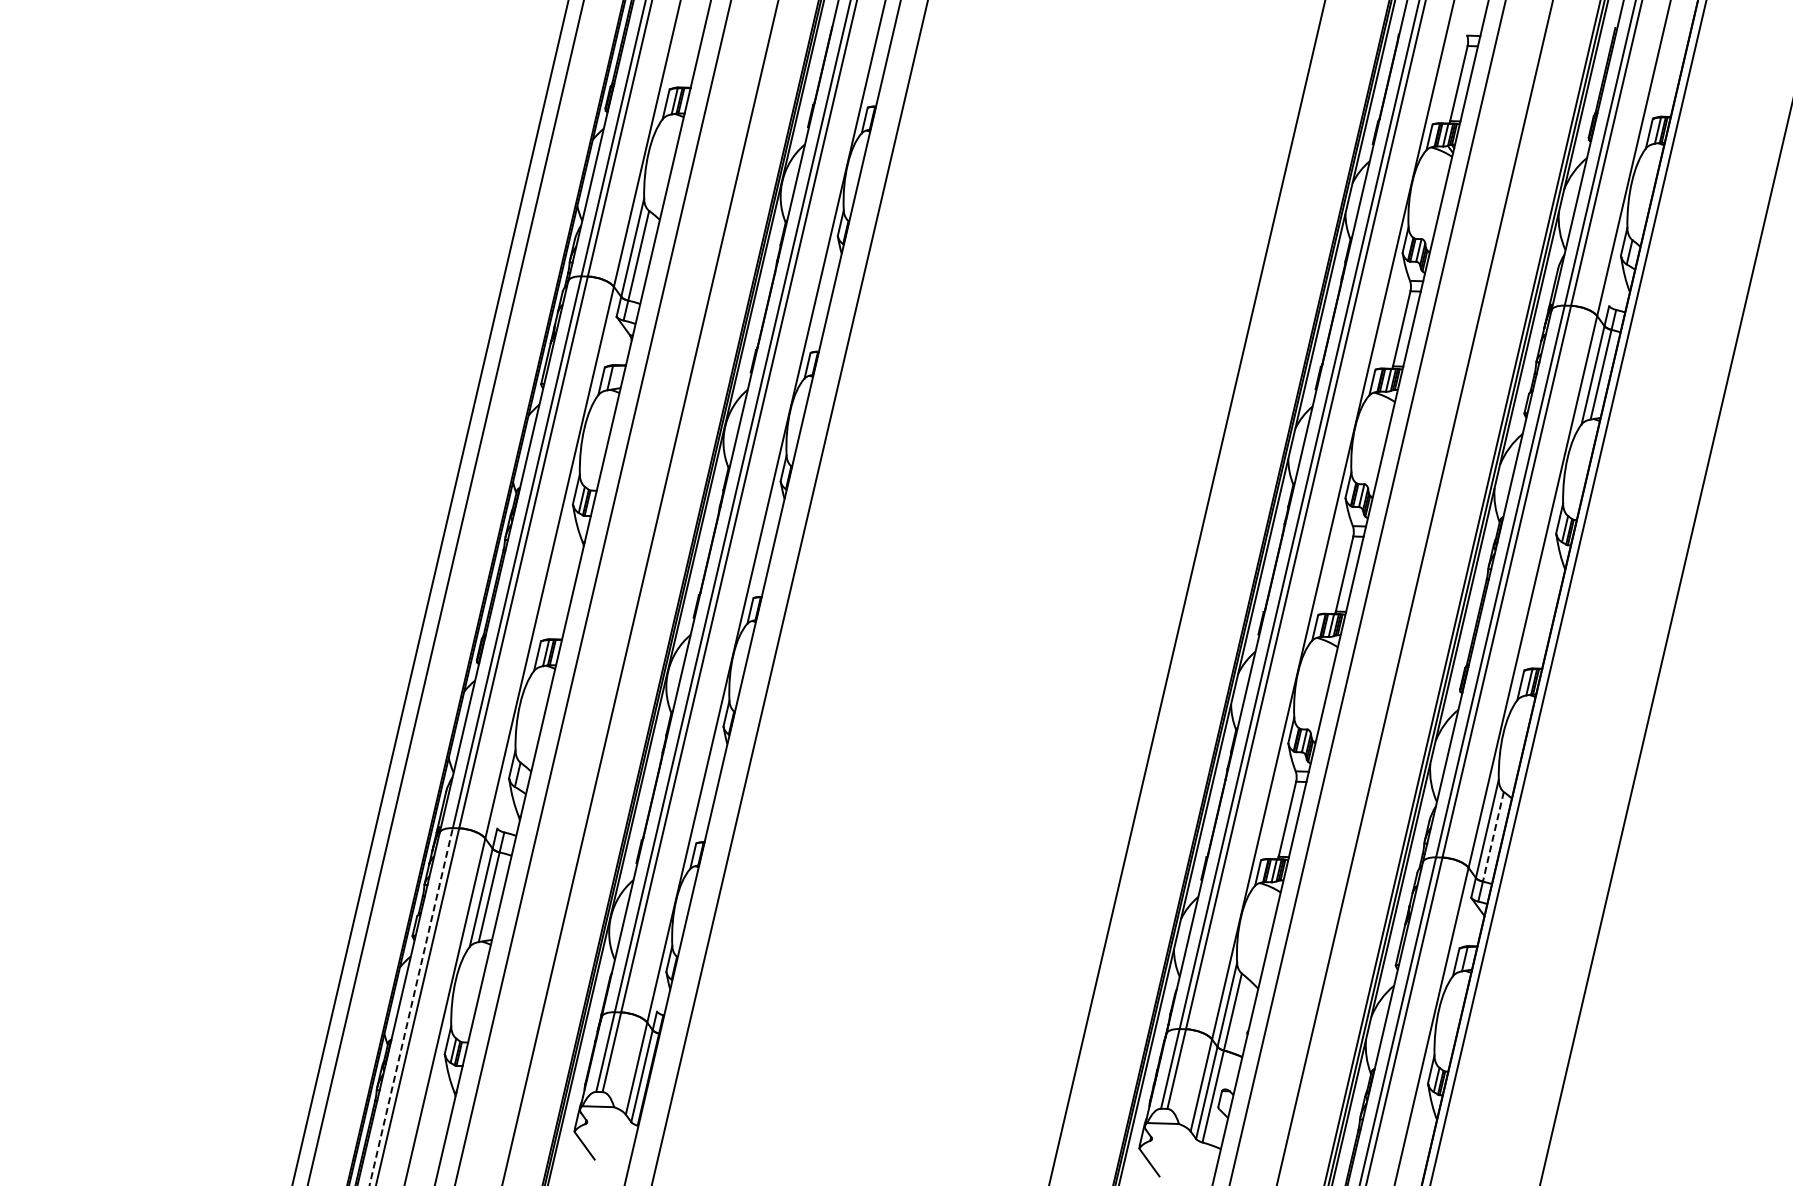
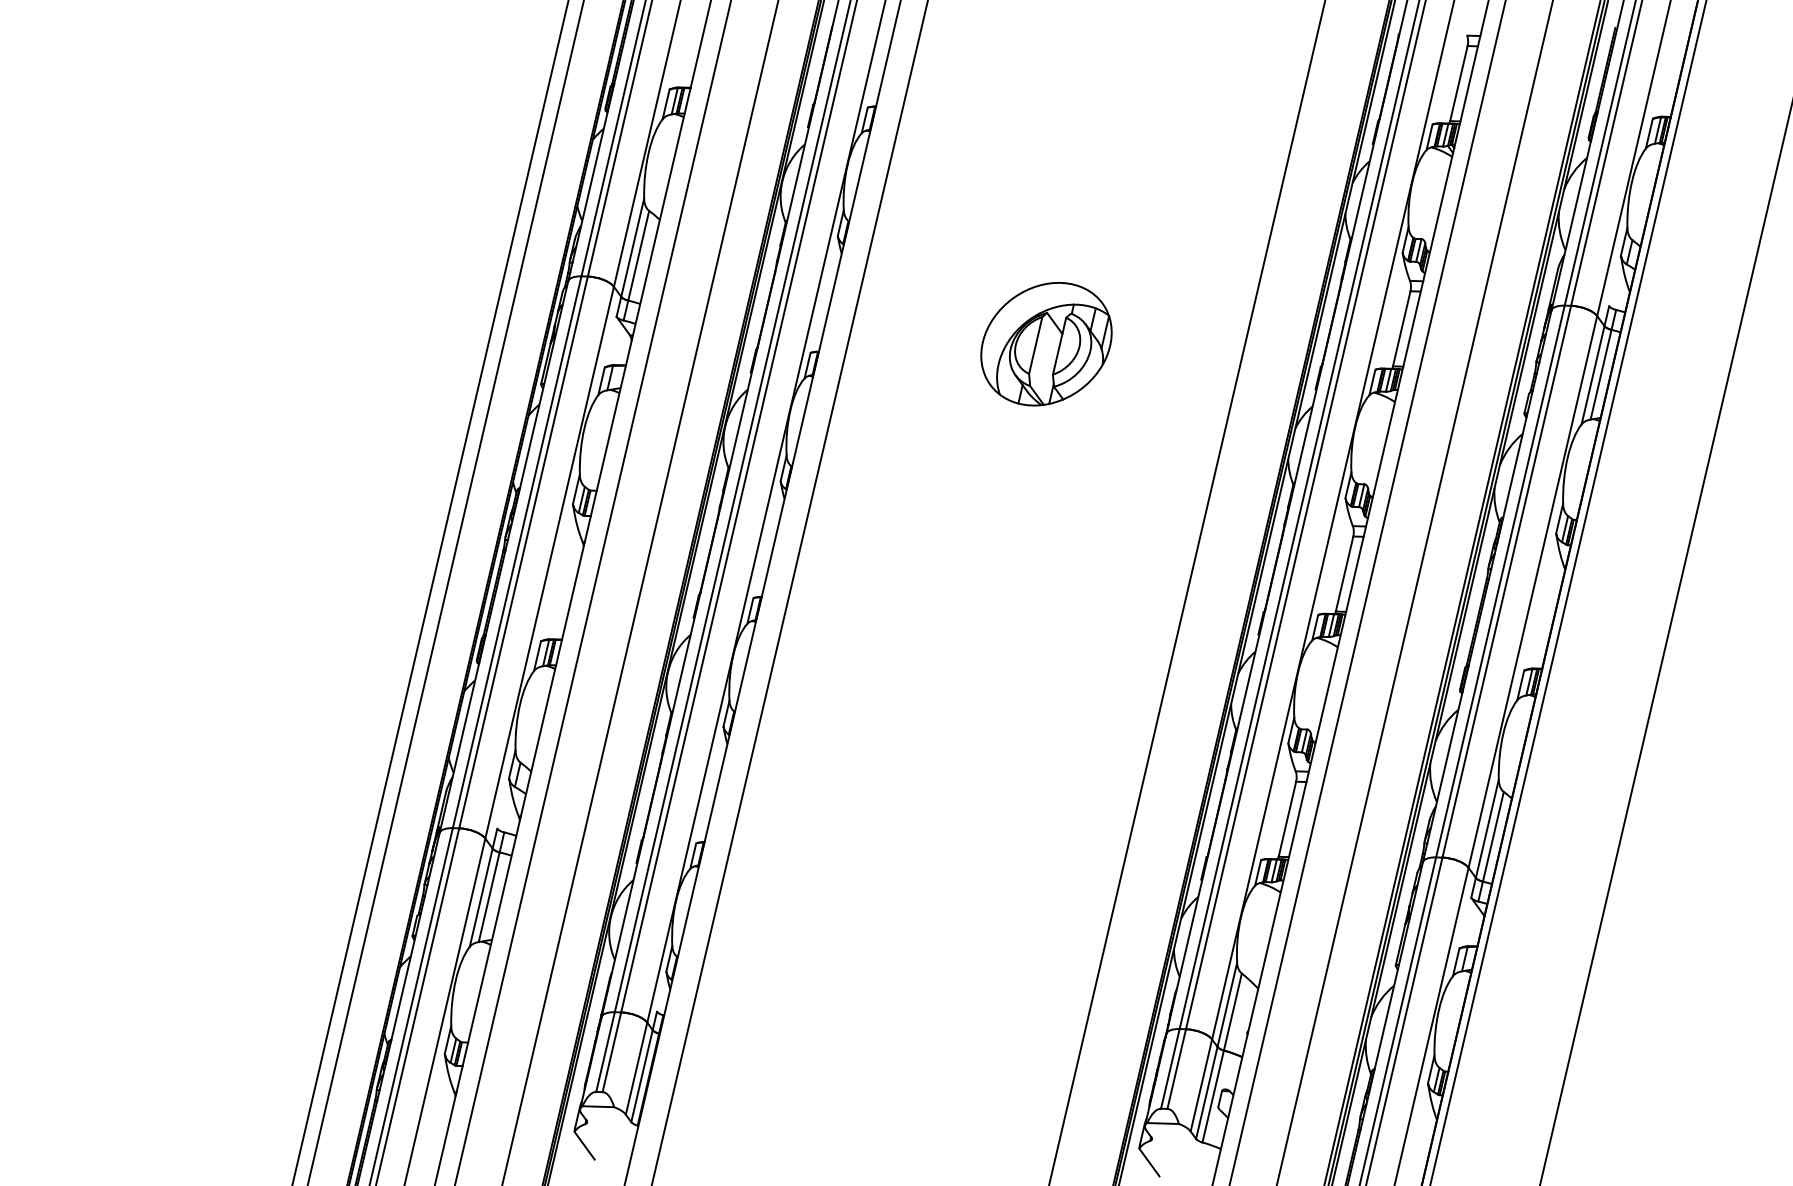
part at (1046, 344): none -> present
line at (1493, 837): dashed -> solid
line at (411, 1006): dashed -> solid
